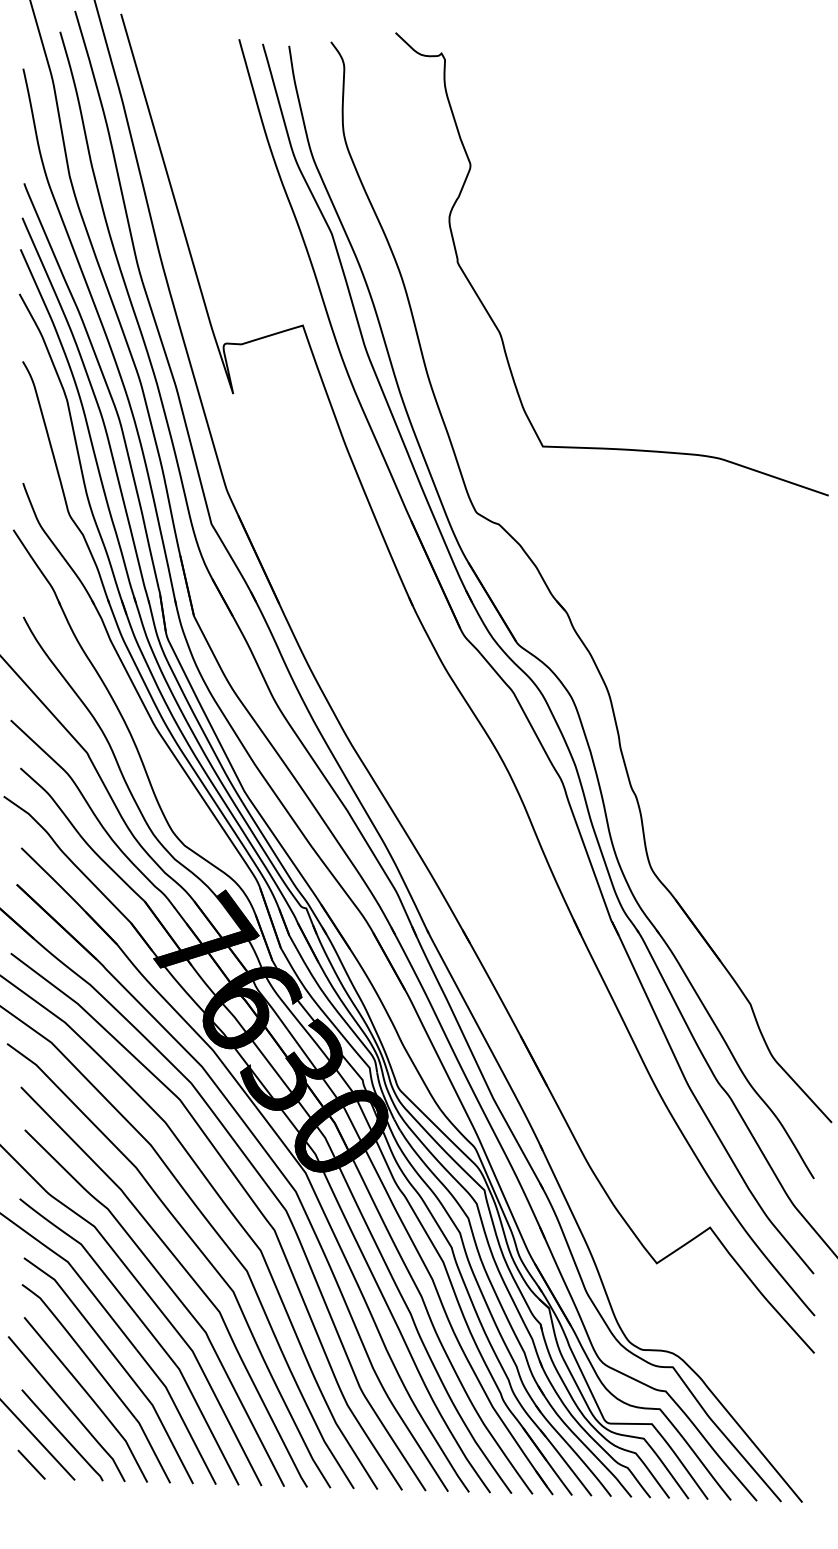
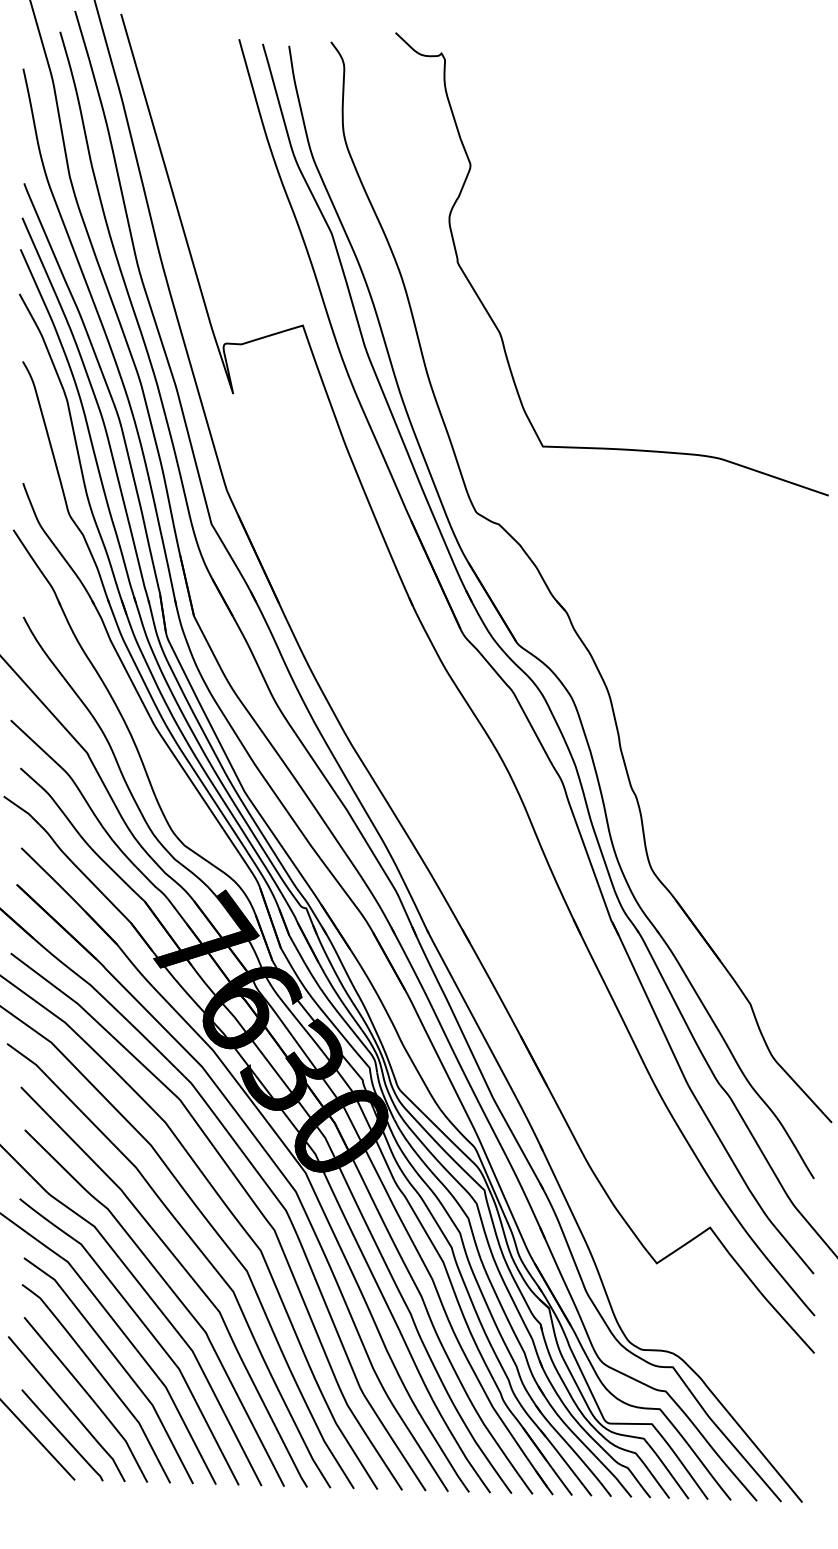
line at (31, 1464): present -> none
